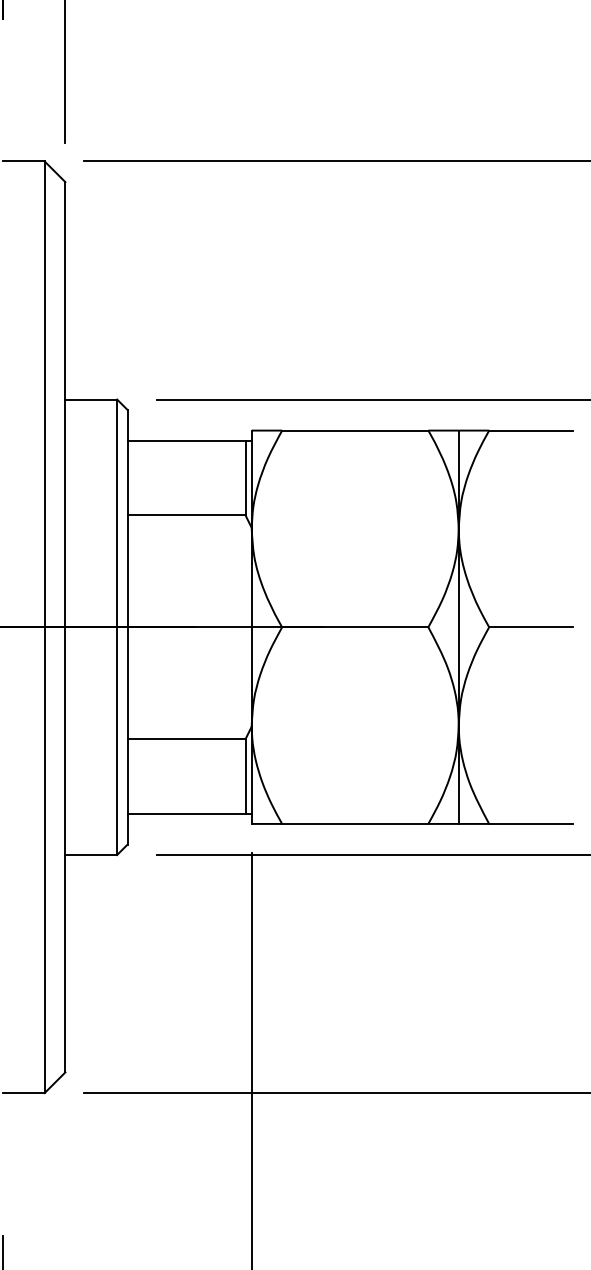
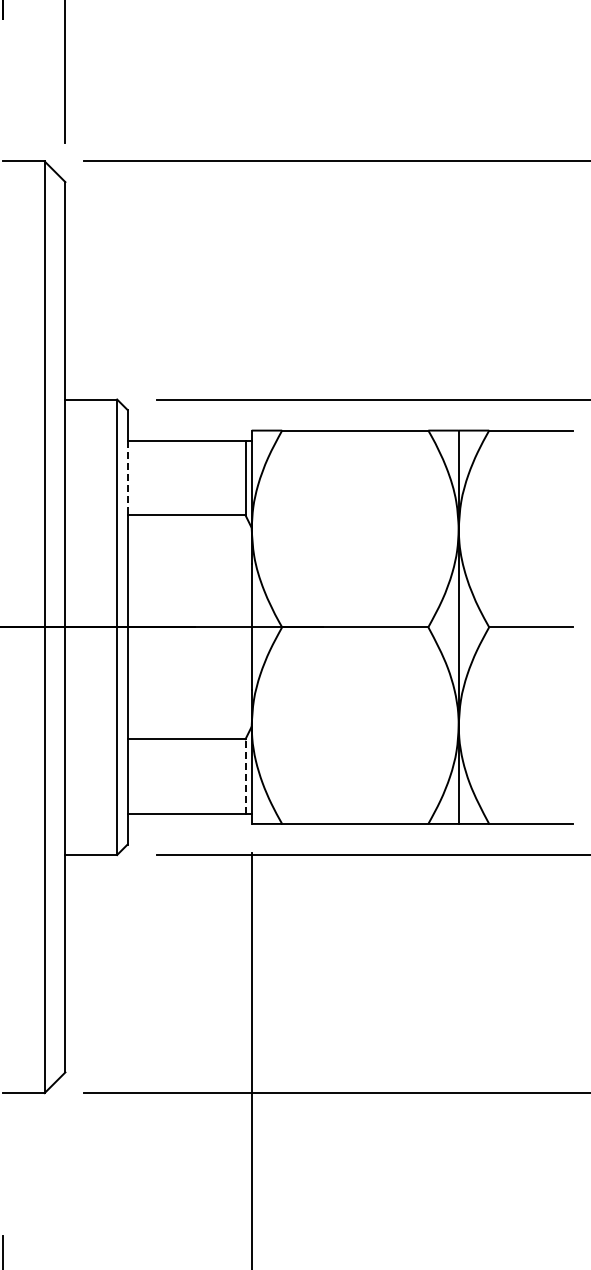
line at (127, 478): solid -> dashed
line at (245, 775): solid -> dashed
